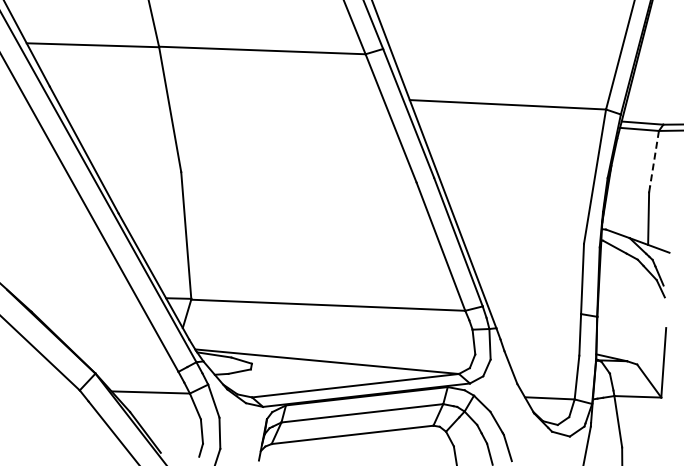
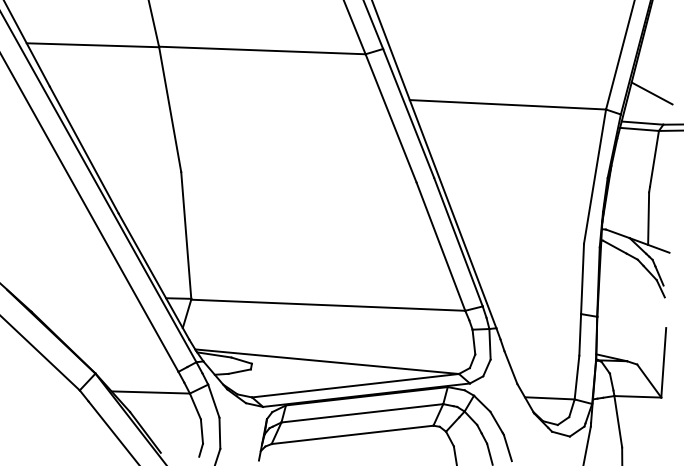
line at (651, 93): none -> present
line at (654, 159): dashed -> solid
